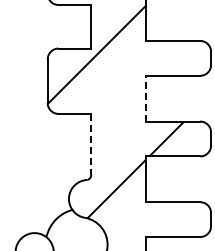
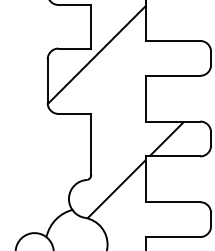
line at (145, 98): dashed -> solid
line at (91, 144): dashed -> solid
